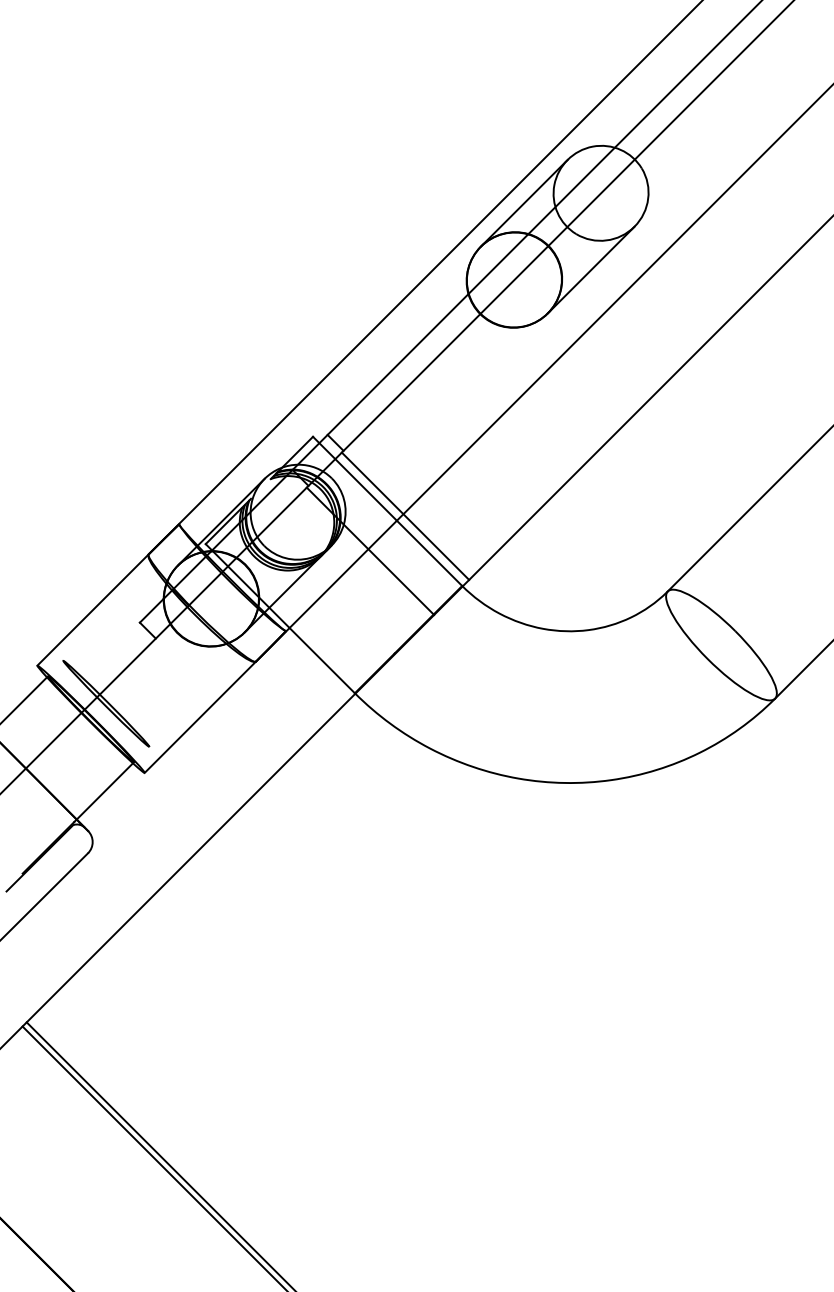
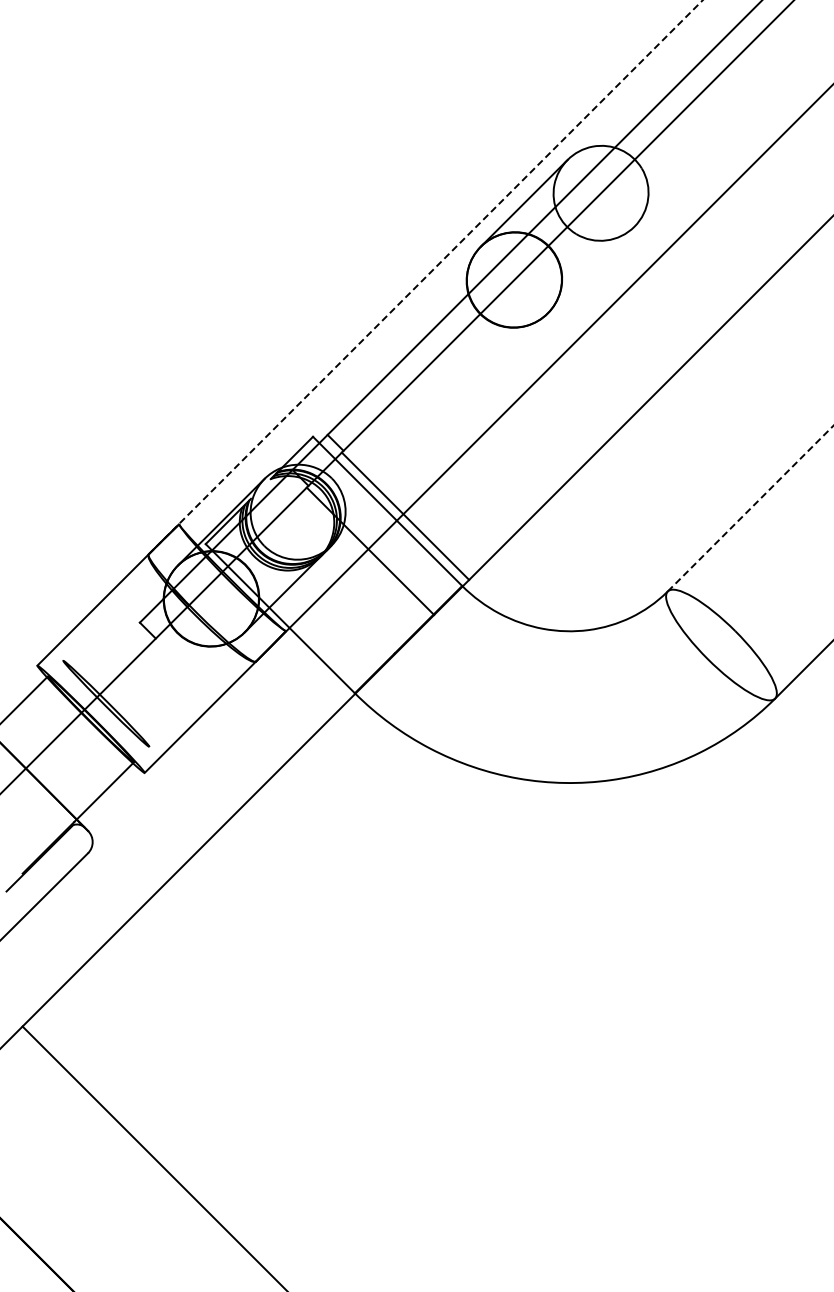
line at (590, 269): present -> none
line at (426, 276): solid -> dashed
line at (750, 508): solid -> dashed
line at (159, 1155): present -> none
